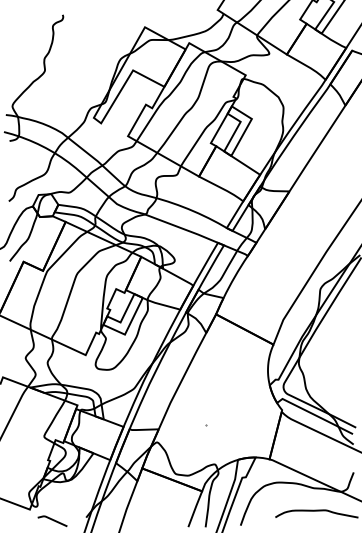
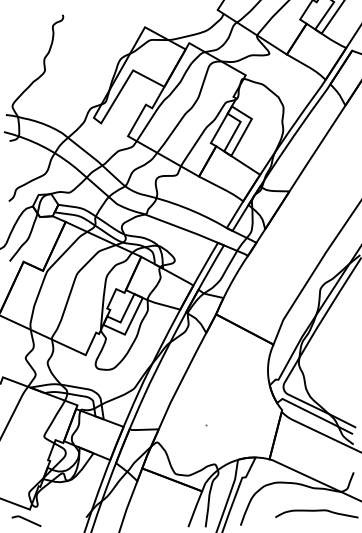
curve at (52, 520) position: (52, 520) -> (26, 520)
